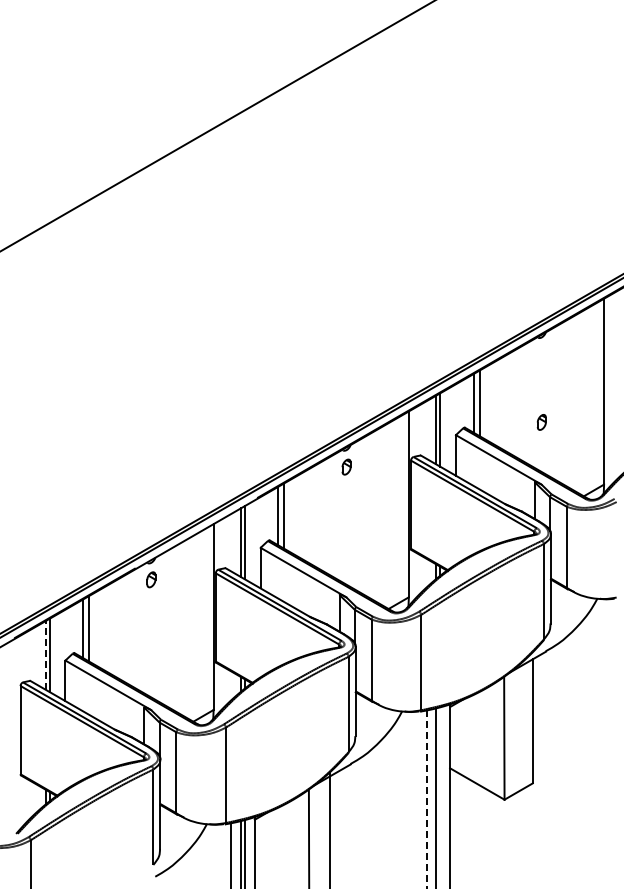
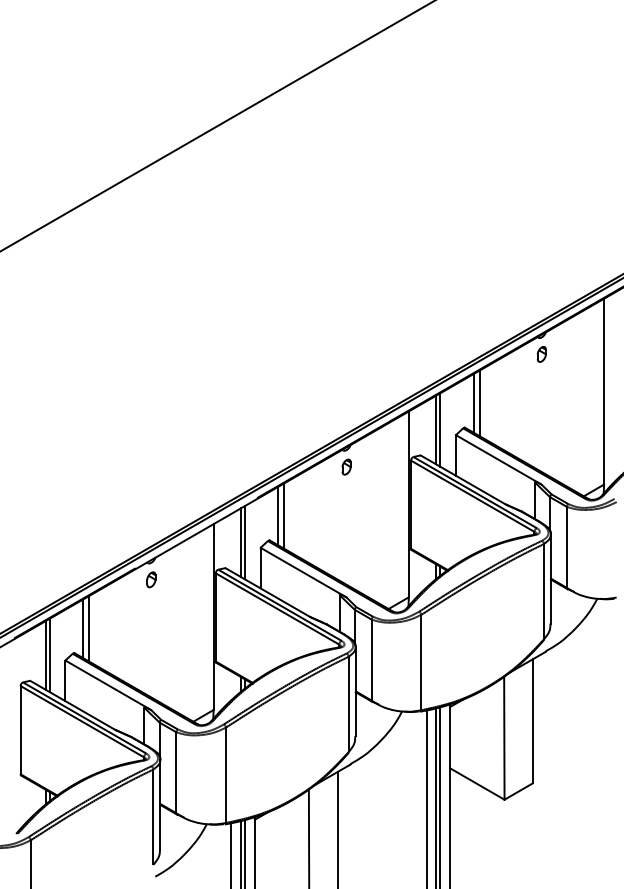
part at (541, 422) position: (541, 422) -> (541, 354)
line at (45, 654): dashed -> solid
line at (440, 796): none -> present
line at (426, 799): dashed -> solid
line at (329, 828) position: (329, 828) -> (337, 828)
